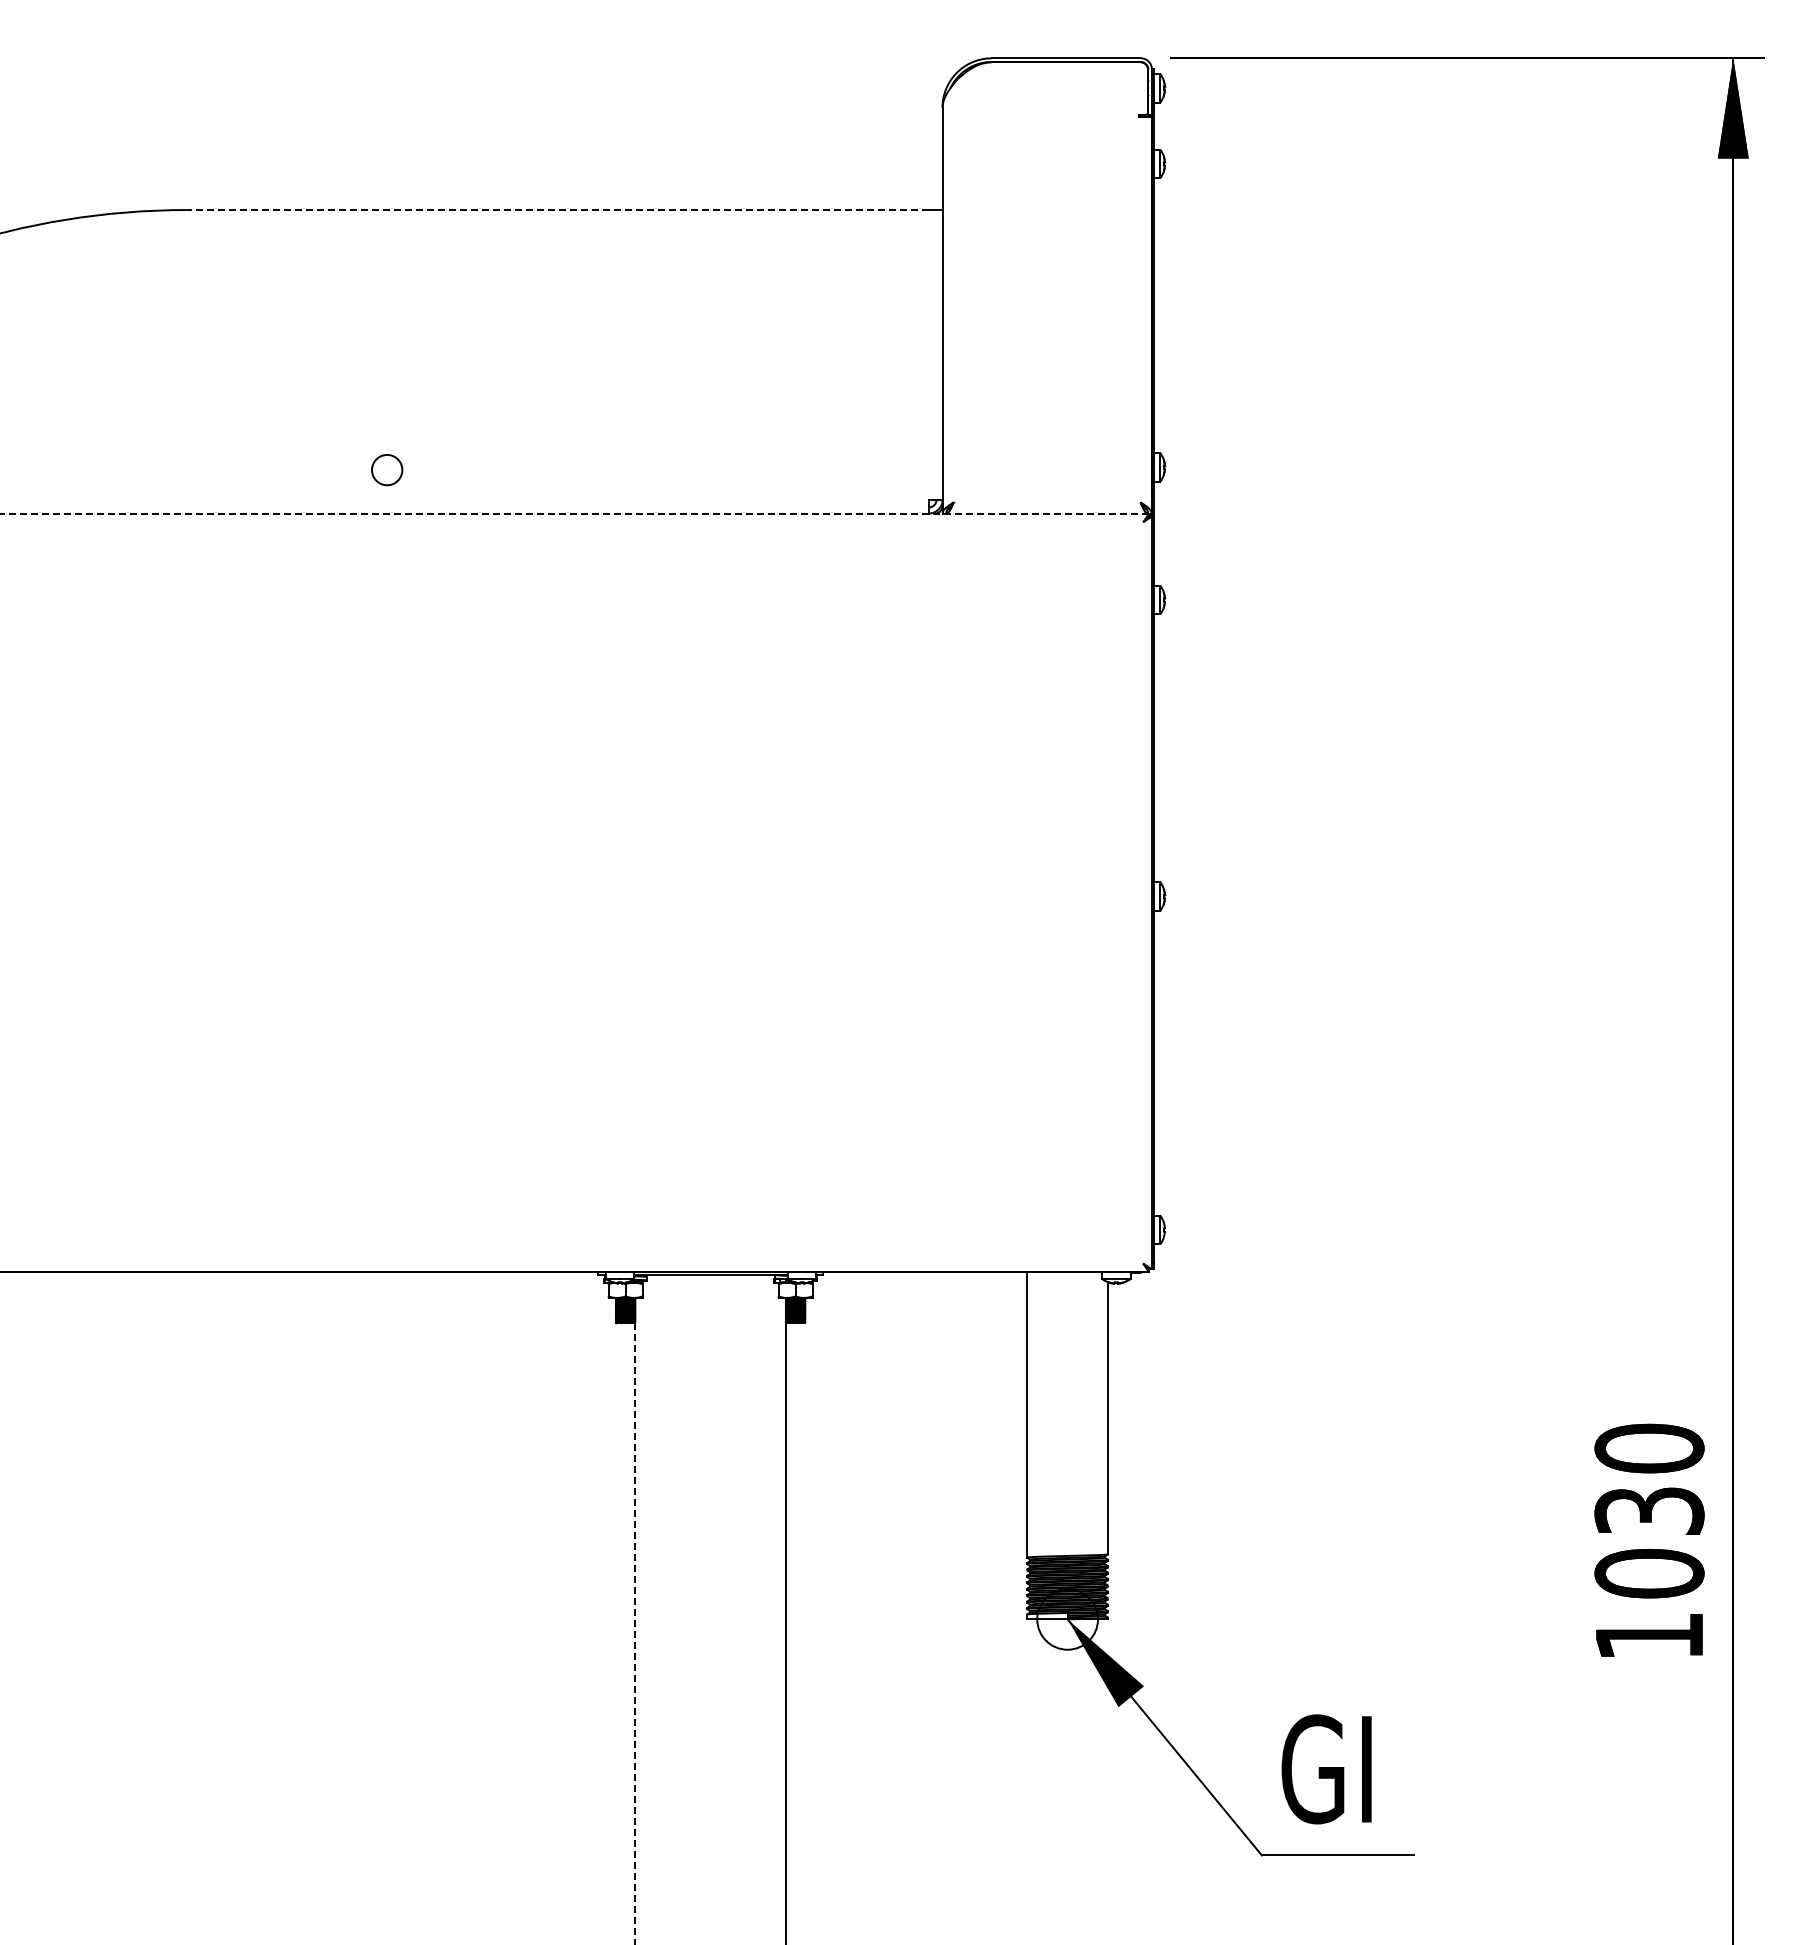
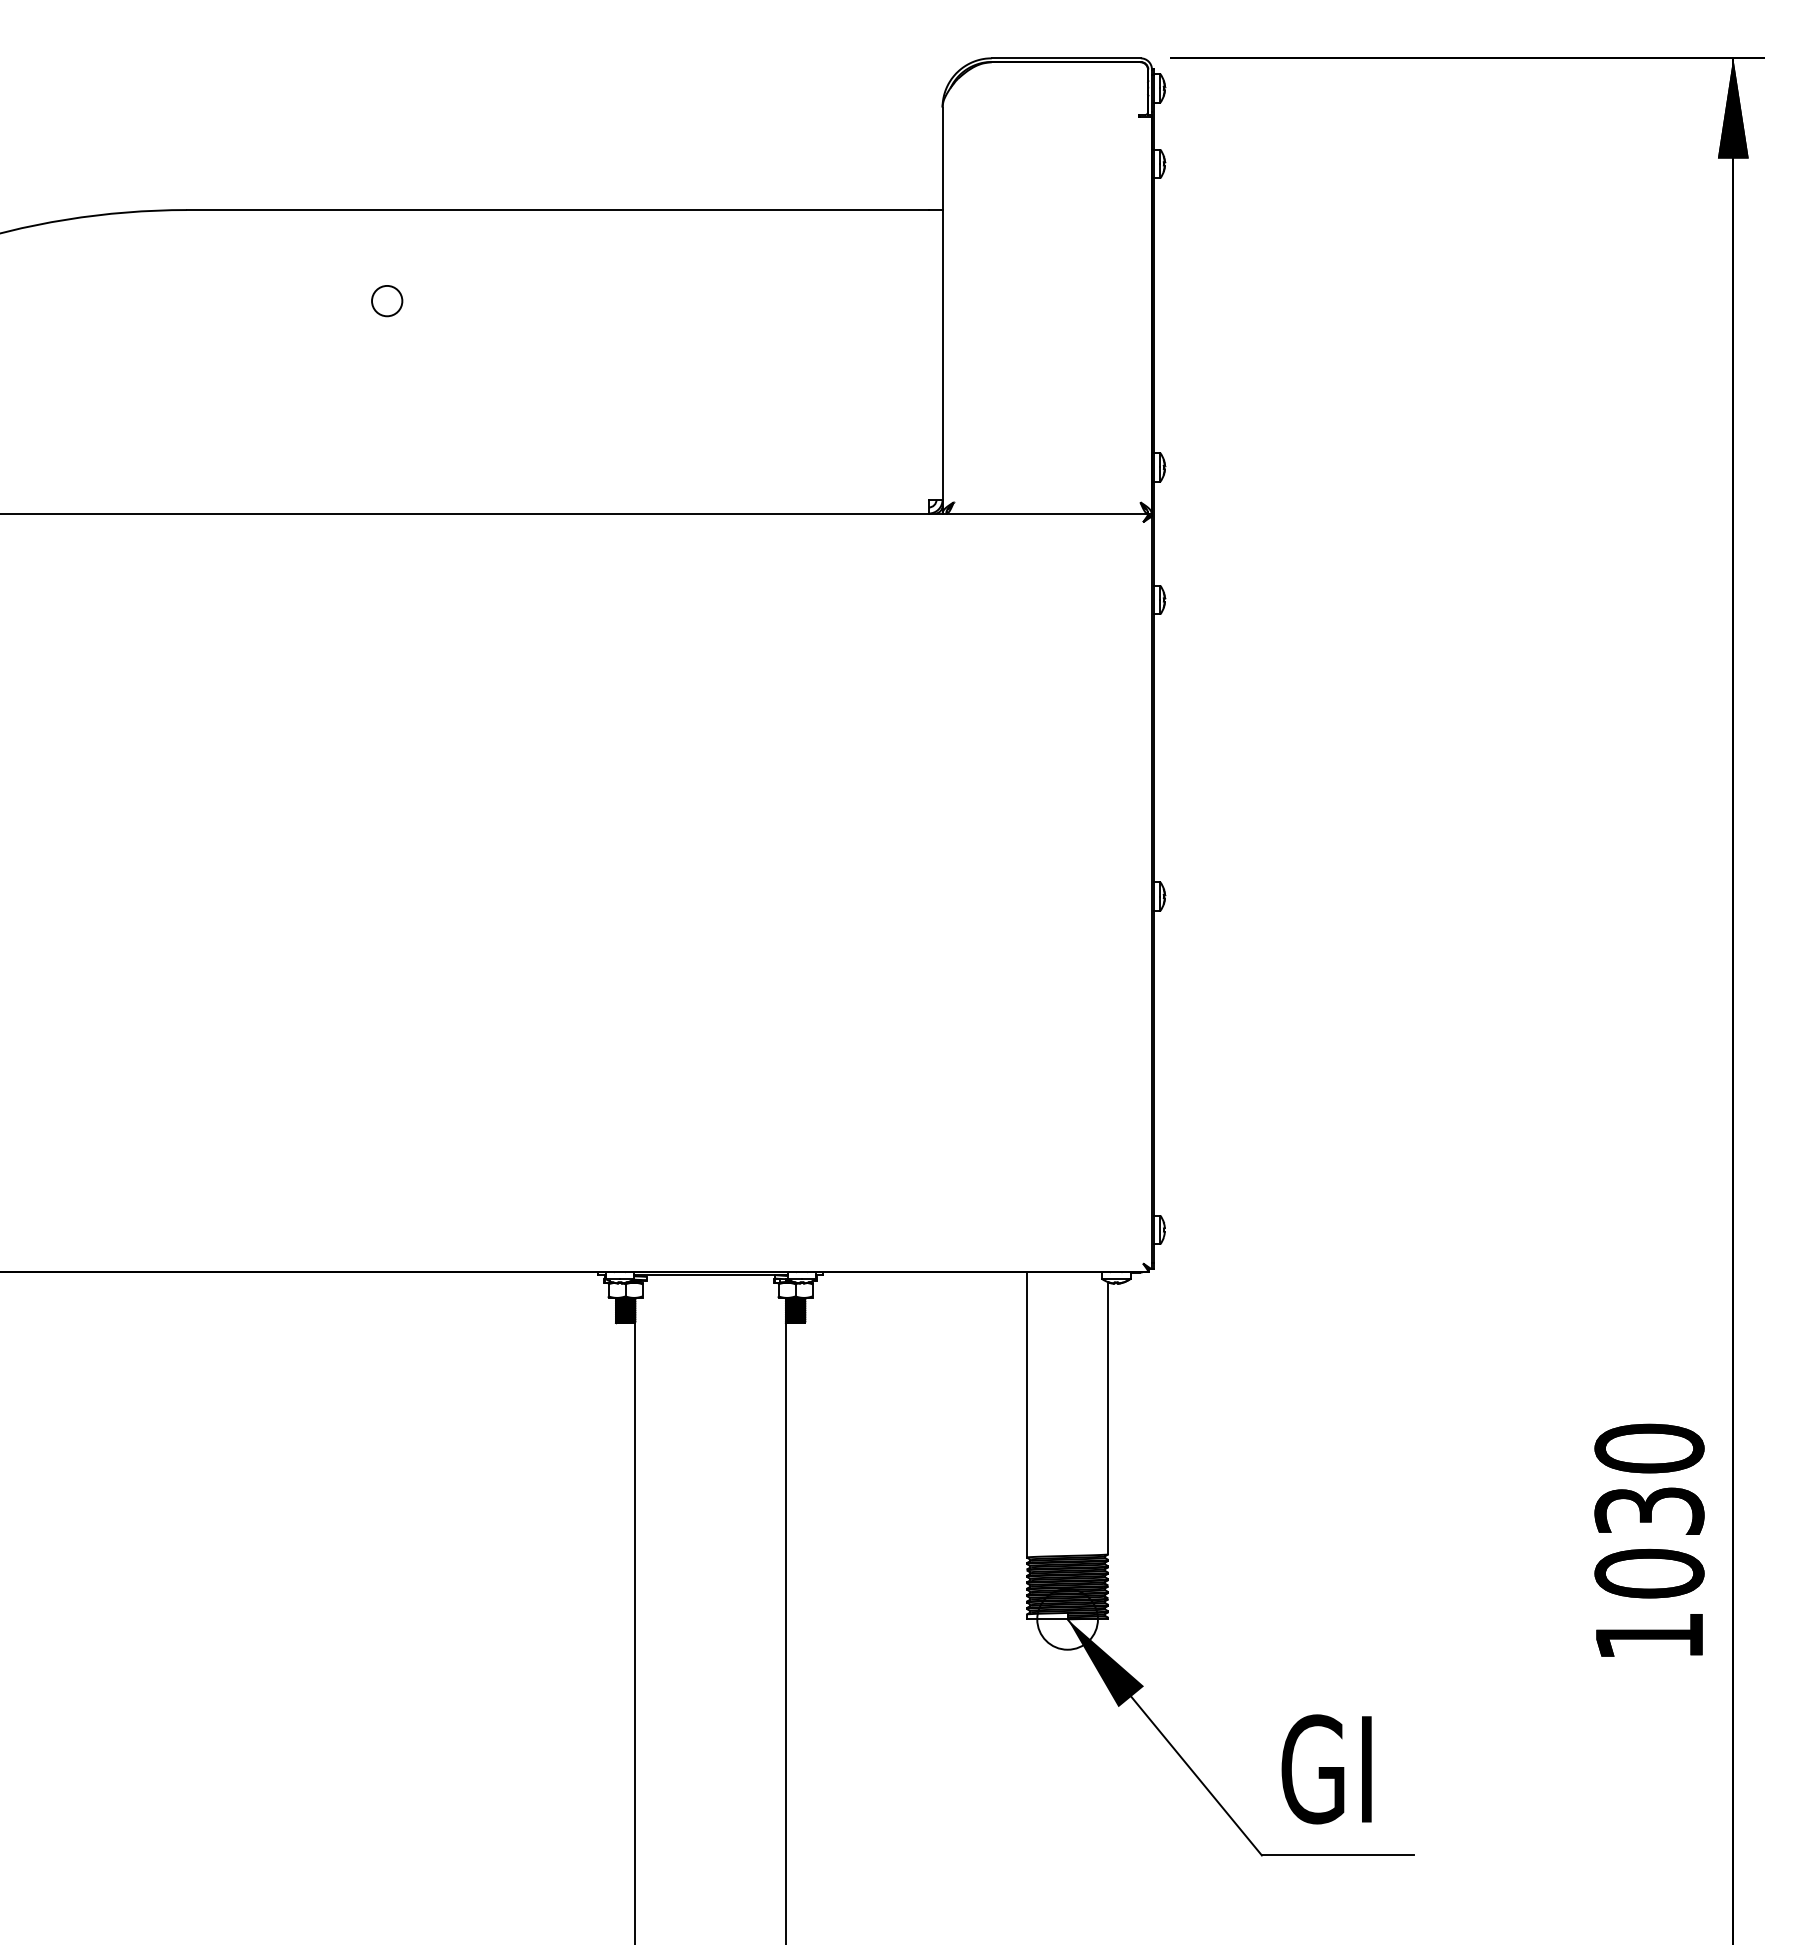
line at (557, 210): dashed -> solid
circle at (387, 470) position: (387, 470) -> (387, 301)
line at (574, 513): dashed -> solid
line at (634, 1634): dashed -> solid
